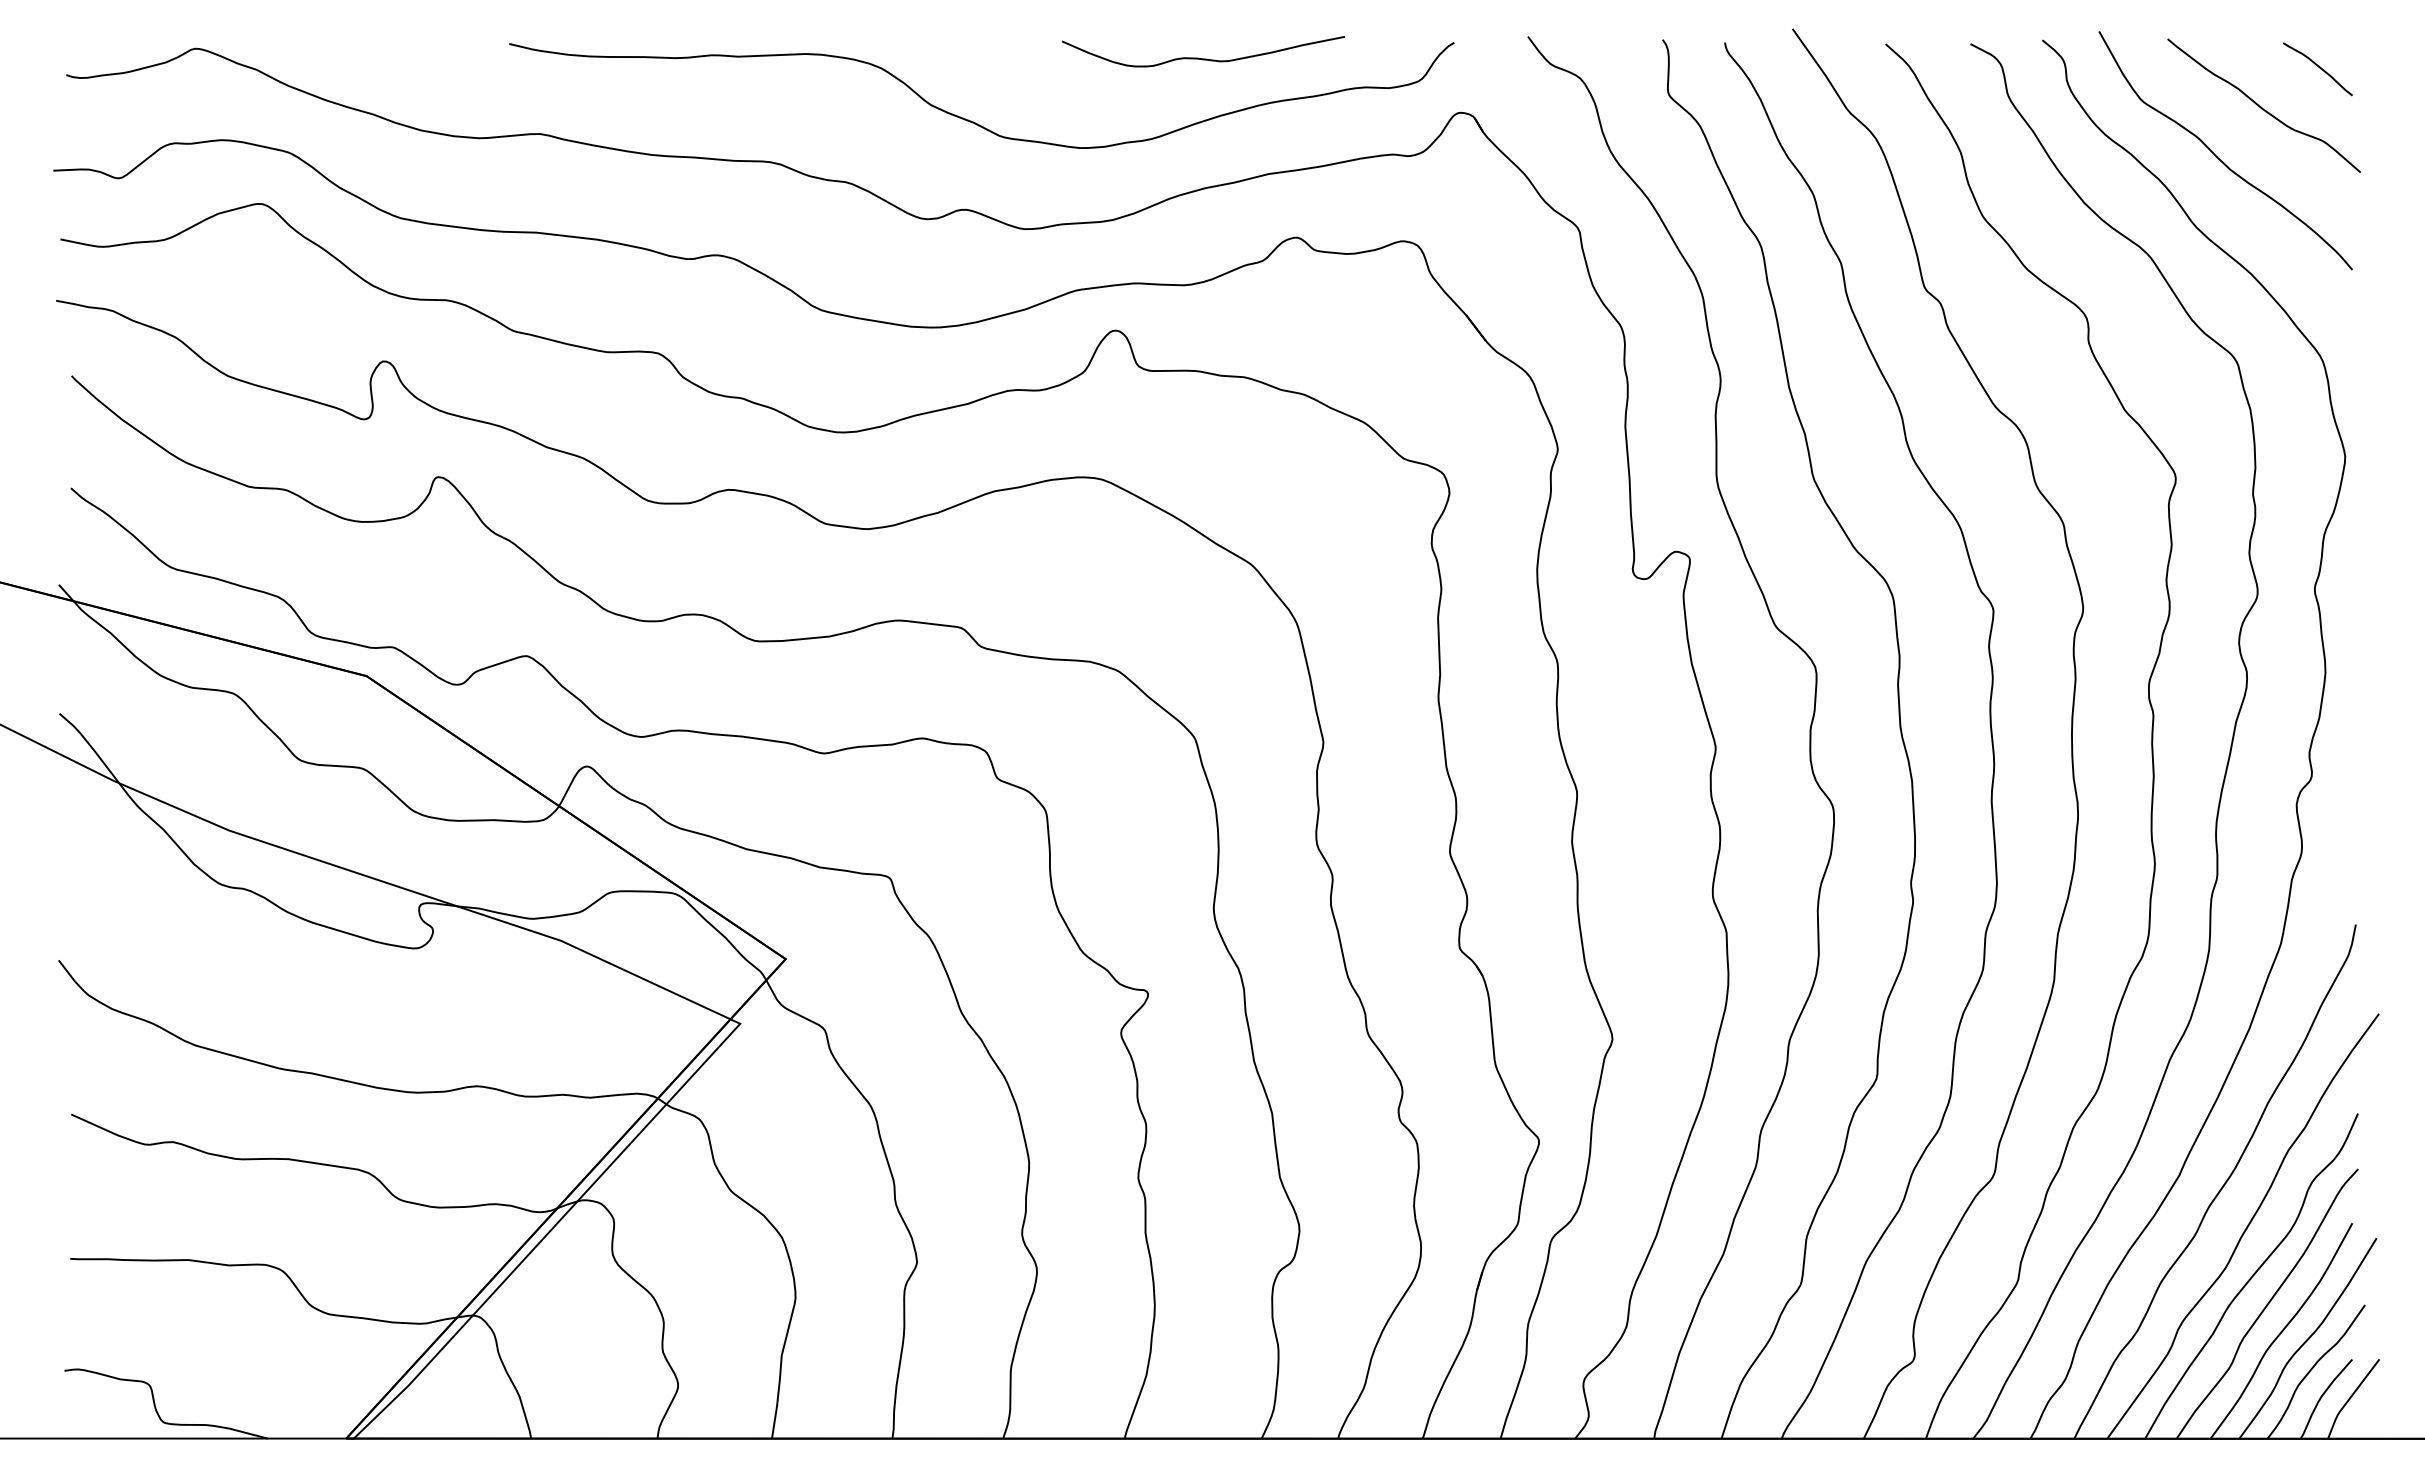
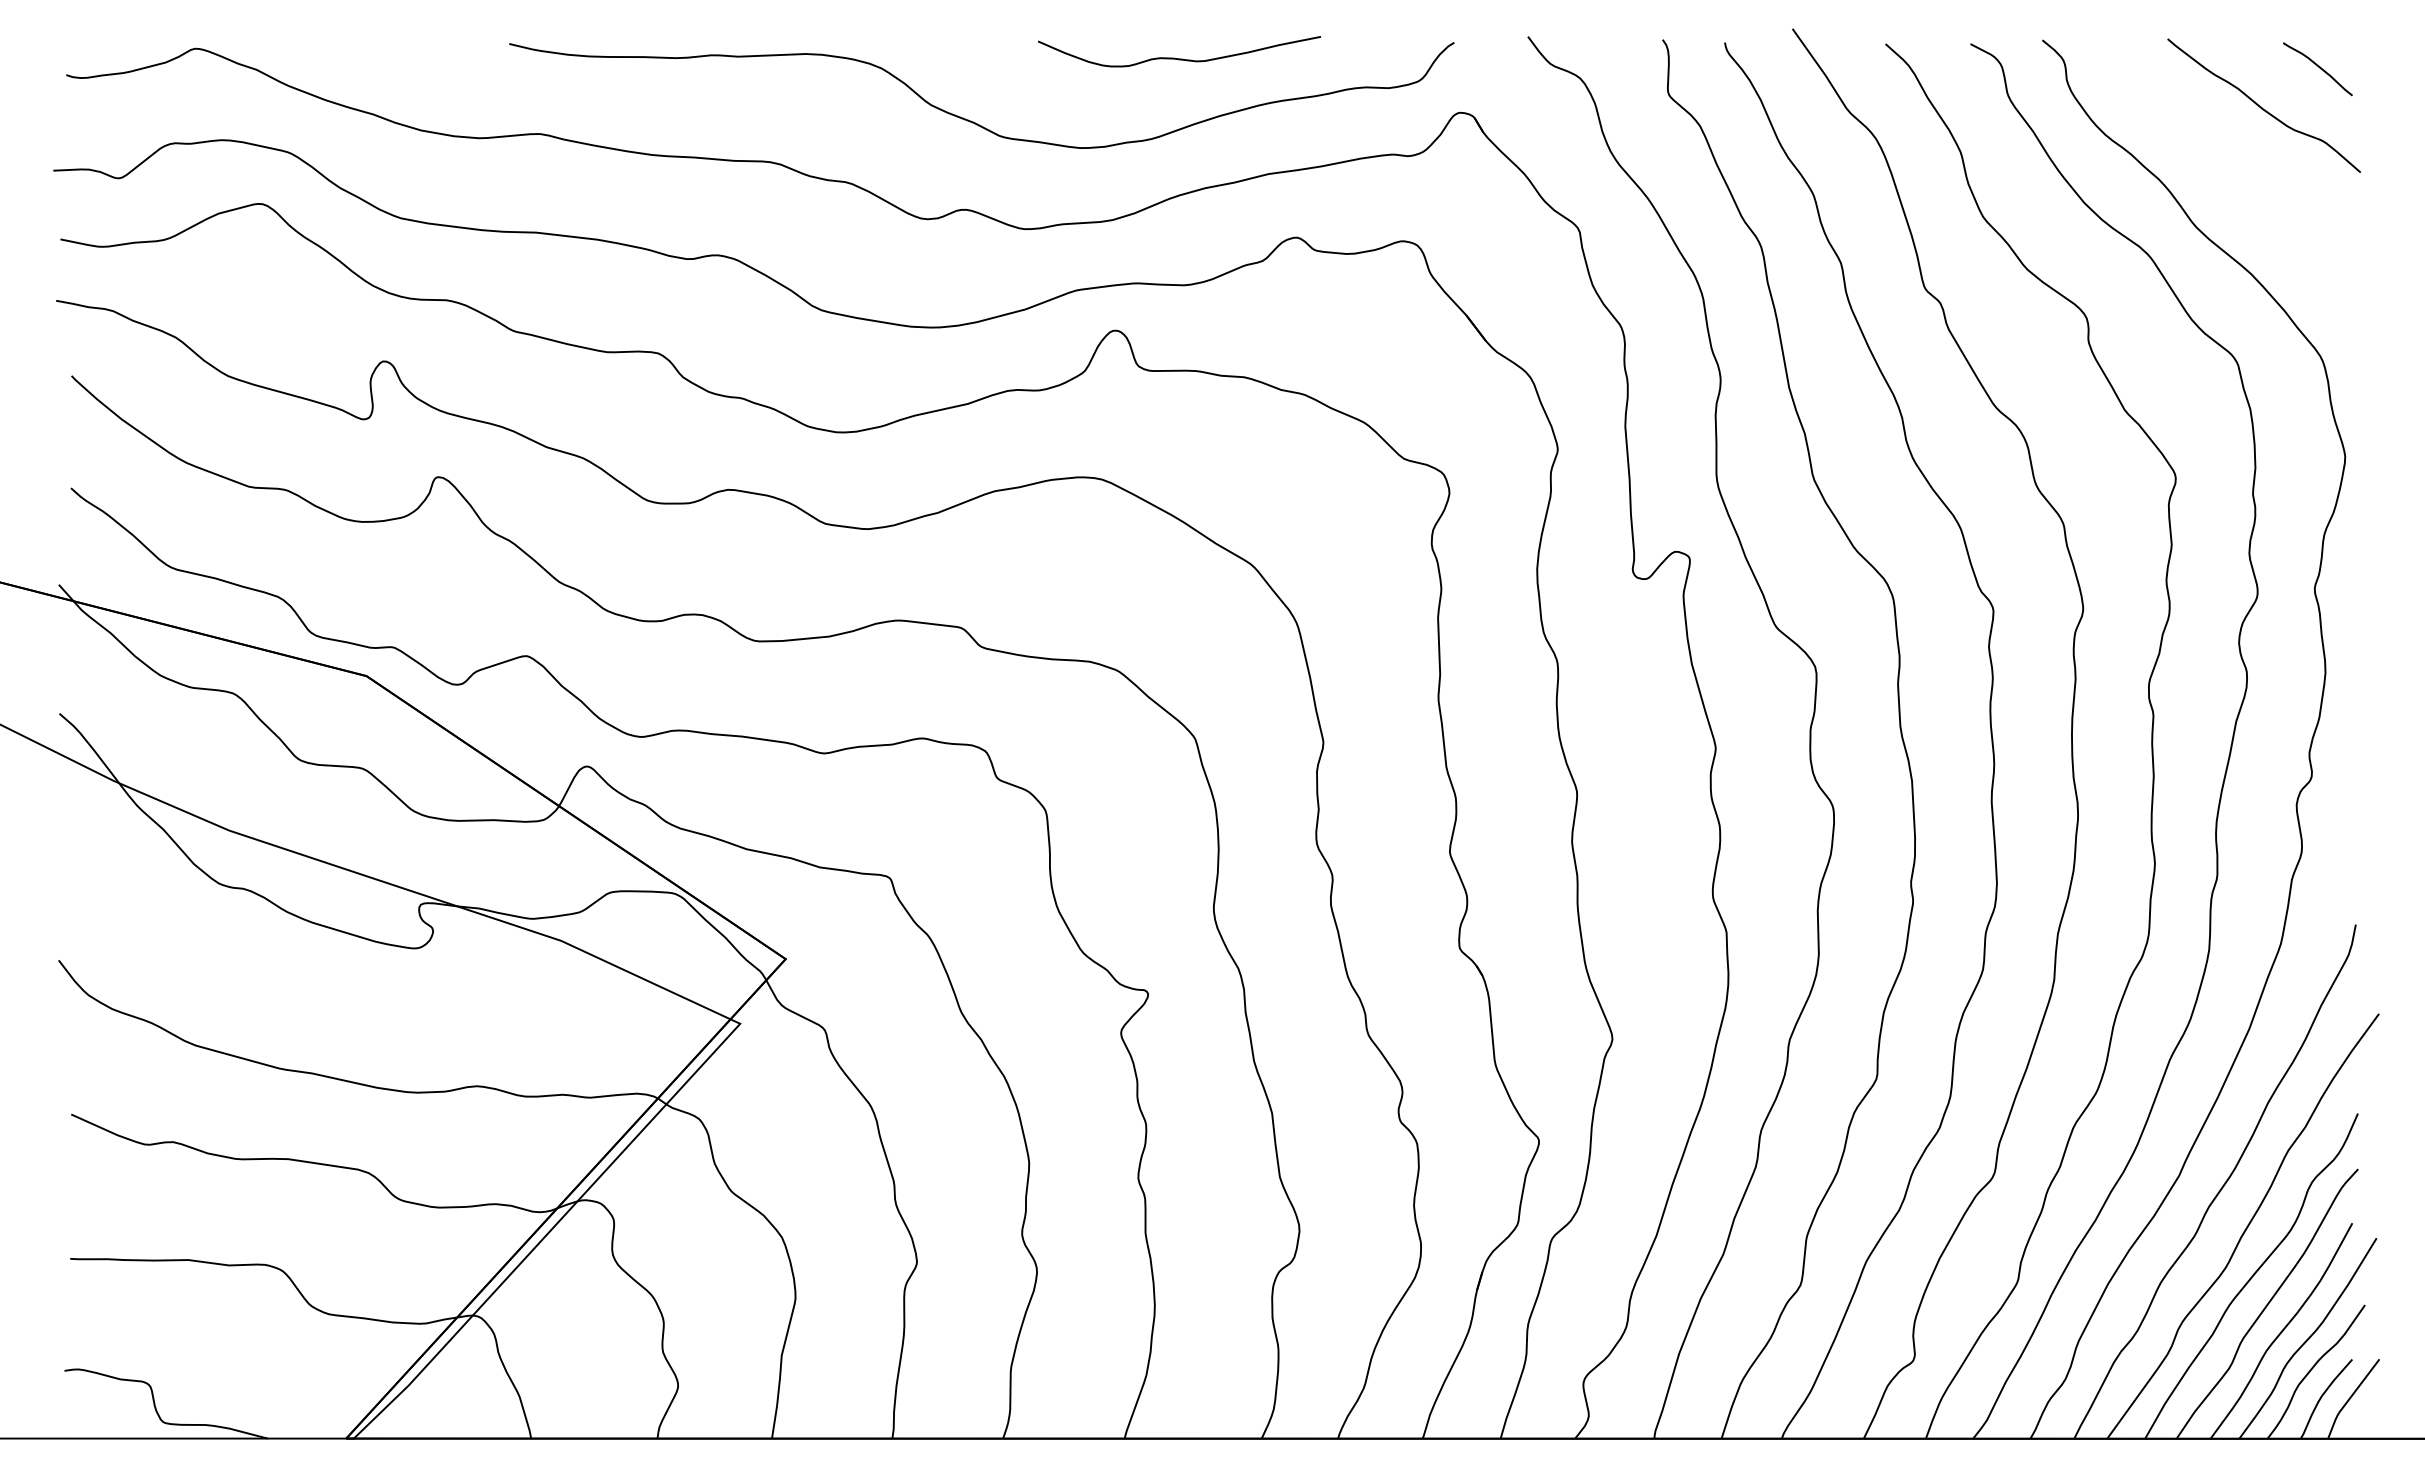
curve at (1203, 58) position: (1203, 58) -> (1179, 58)
curve at (2218, 157): present -> none
